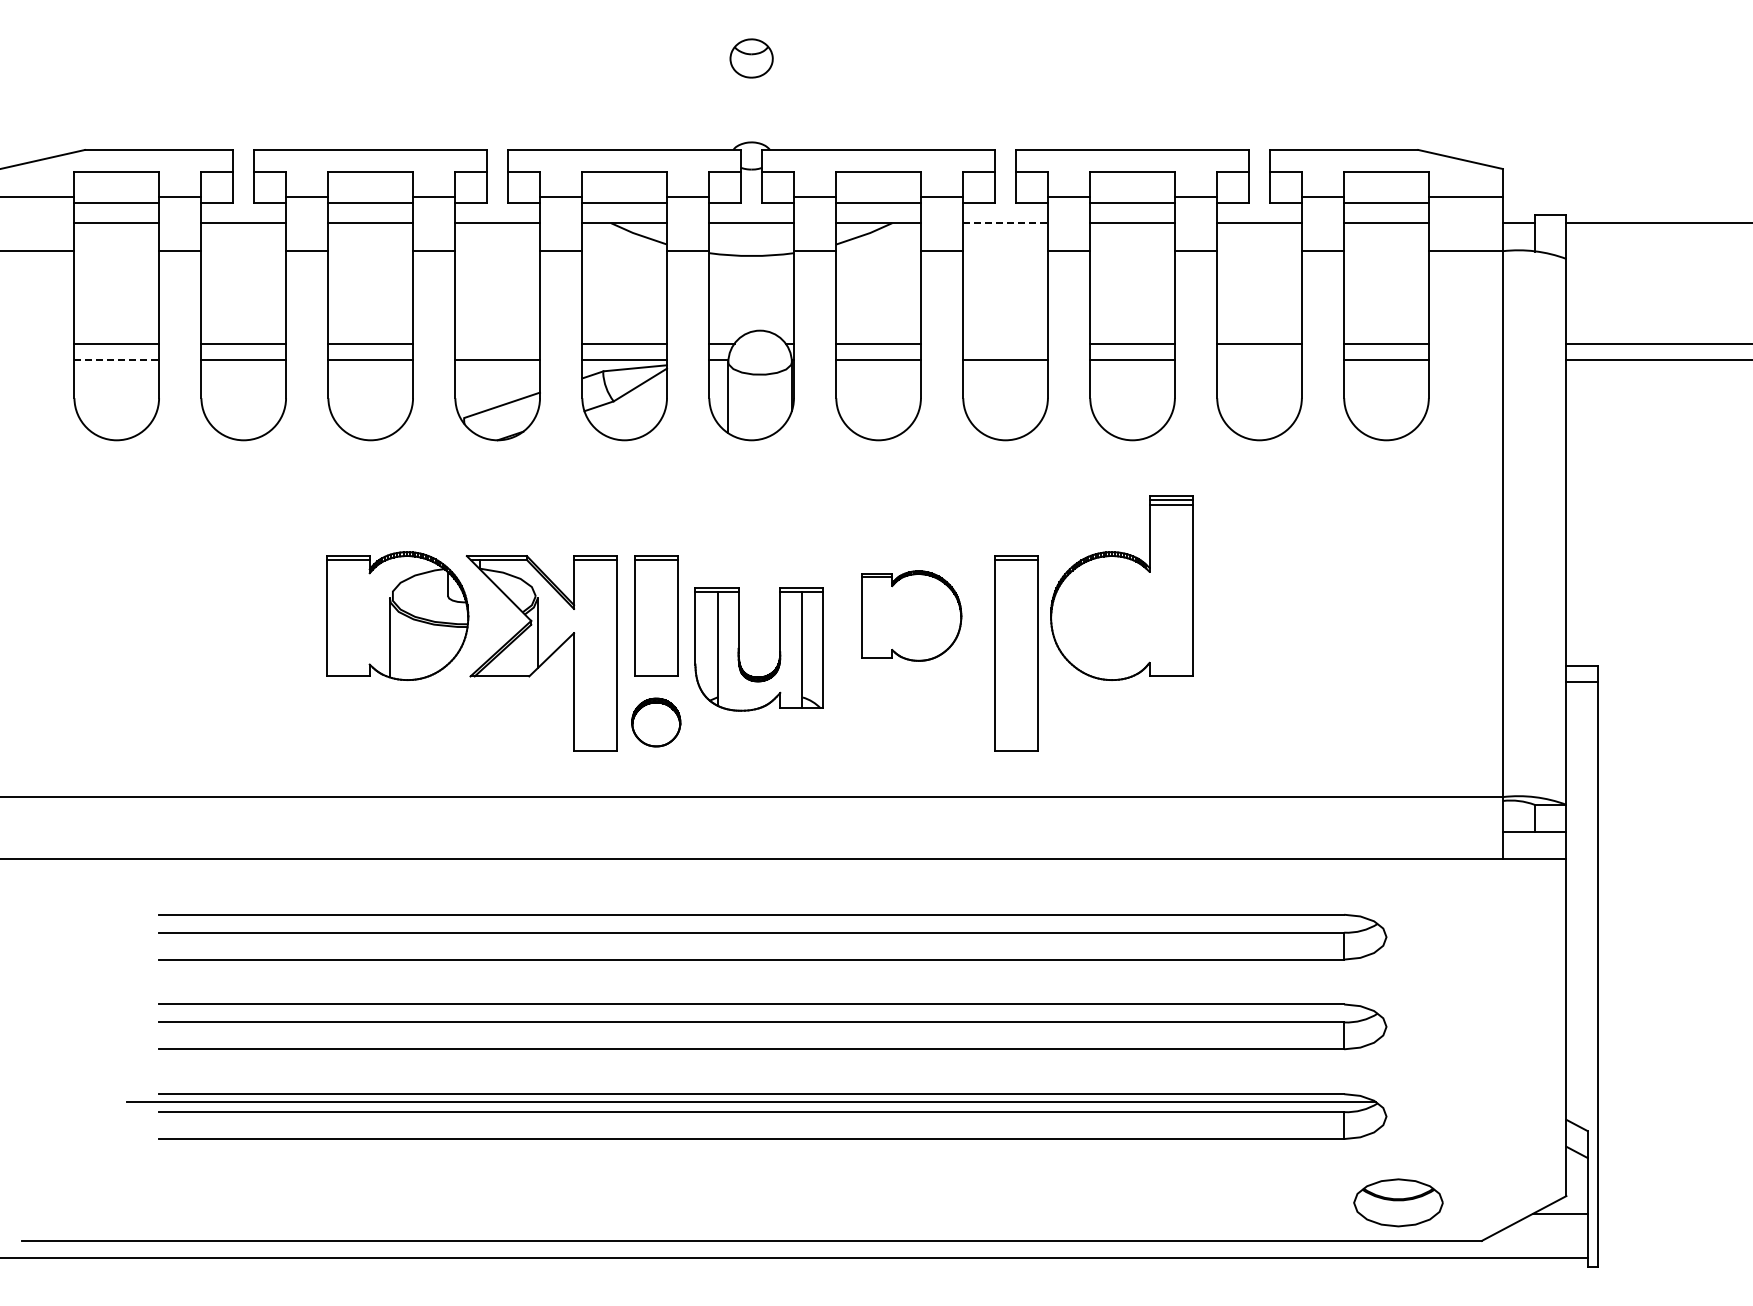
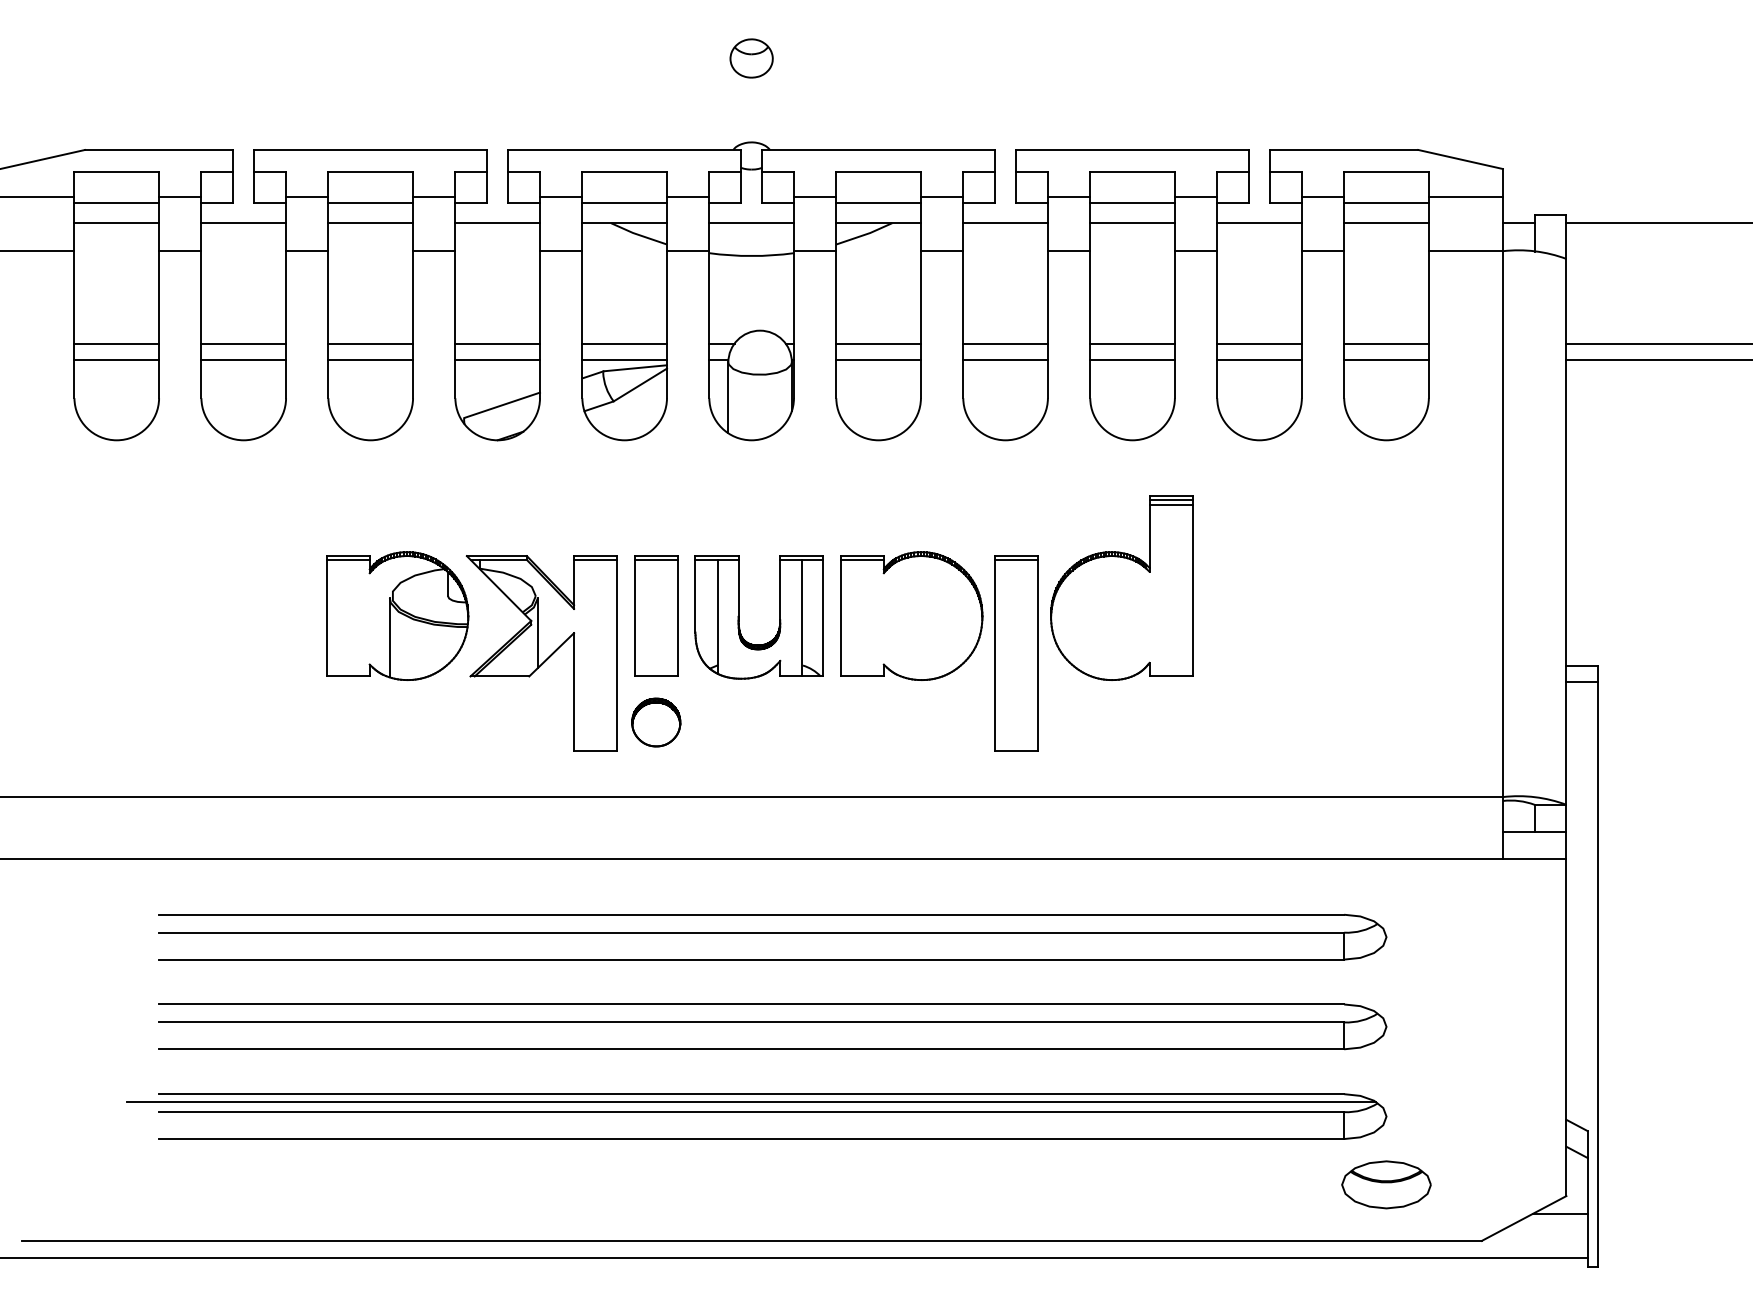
line at (1006, 223): dashed -> solid
line at (497, 343): none -> present
line at (1005, 343): none -> present
line at (117, 360): dashed -> solid
line at (1259, 360): none -> present
part at (911, 615) size: 102x92 px -> 144x130 px
part at (739, 649) position: (739, 649) -> (739, 617)
part at (1398, 1202) position: (1398, 1202) -> (1386, 1184)
